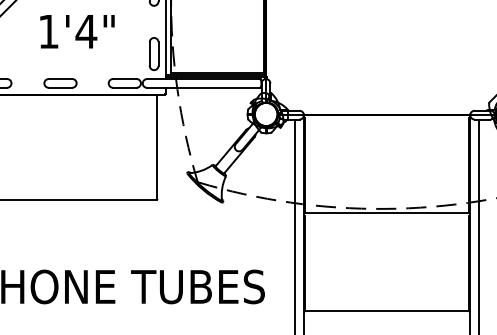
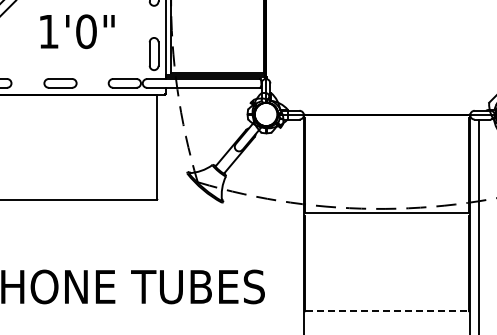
text at (86, 31): 1'4" -> 1'0"
line at (295, 225): present -> none
line at (387, 311): solid -> dashed
